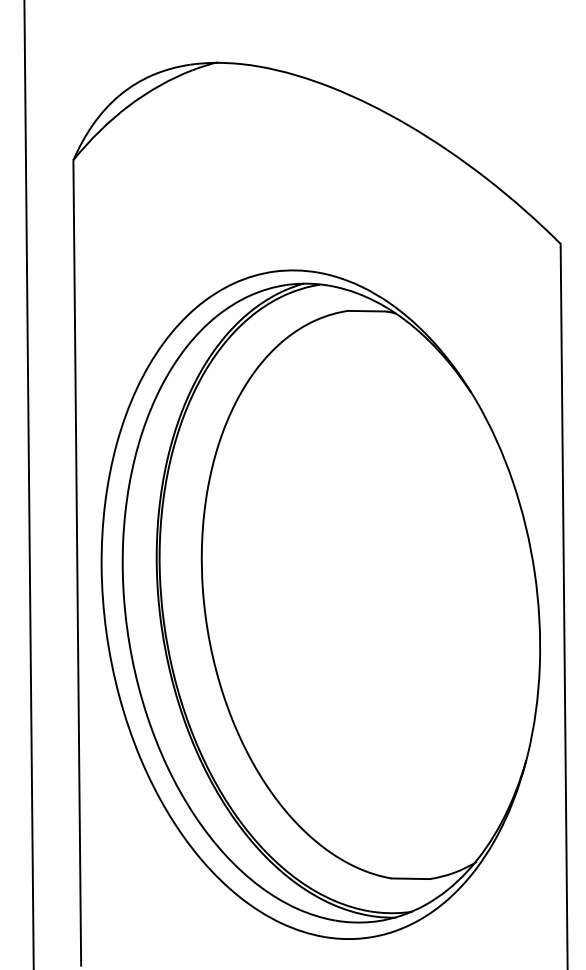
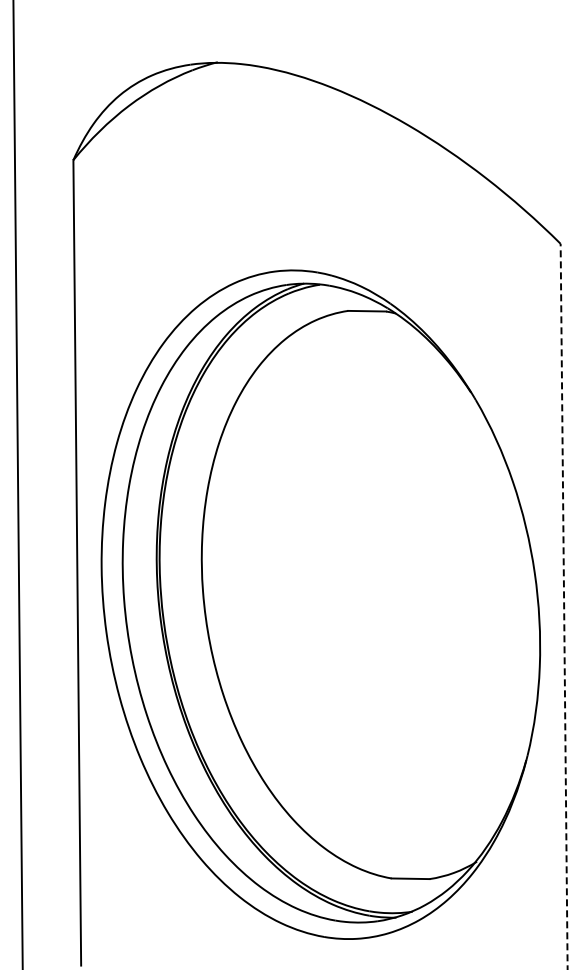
line at (28, 484) position: (28, 484) -> (17, 484)
line at (564, 606): solid -> dashed
